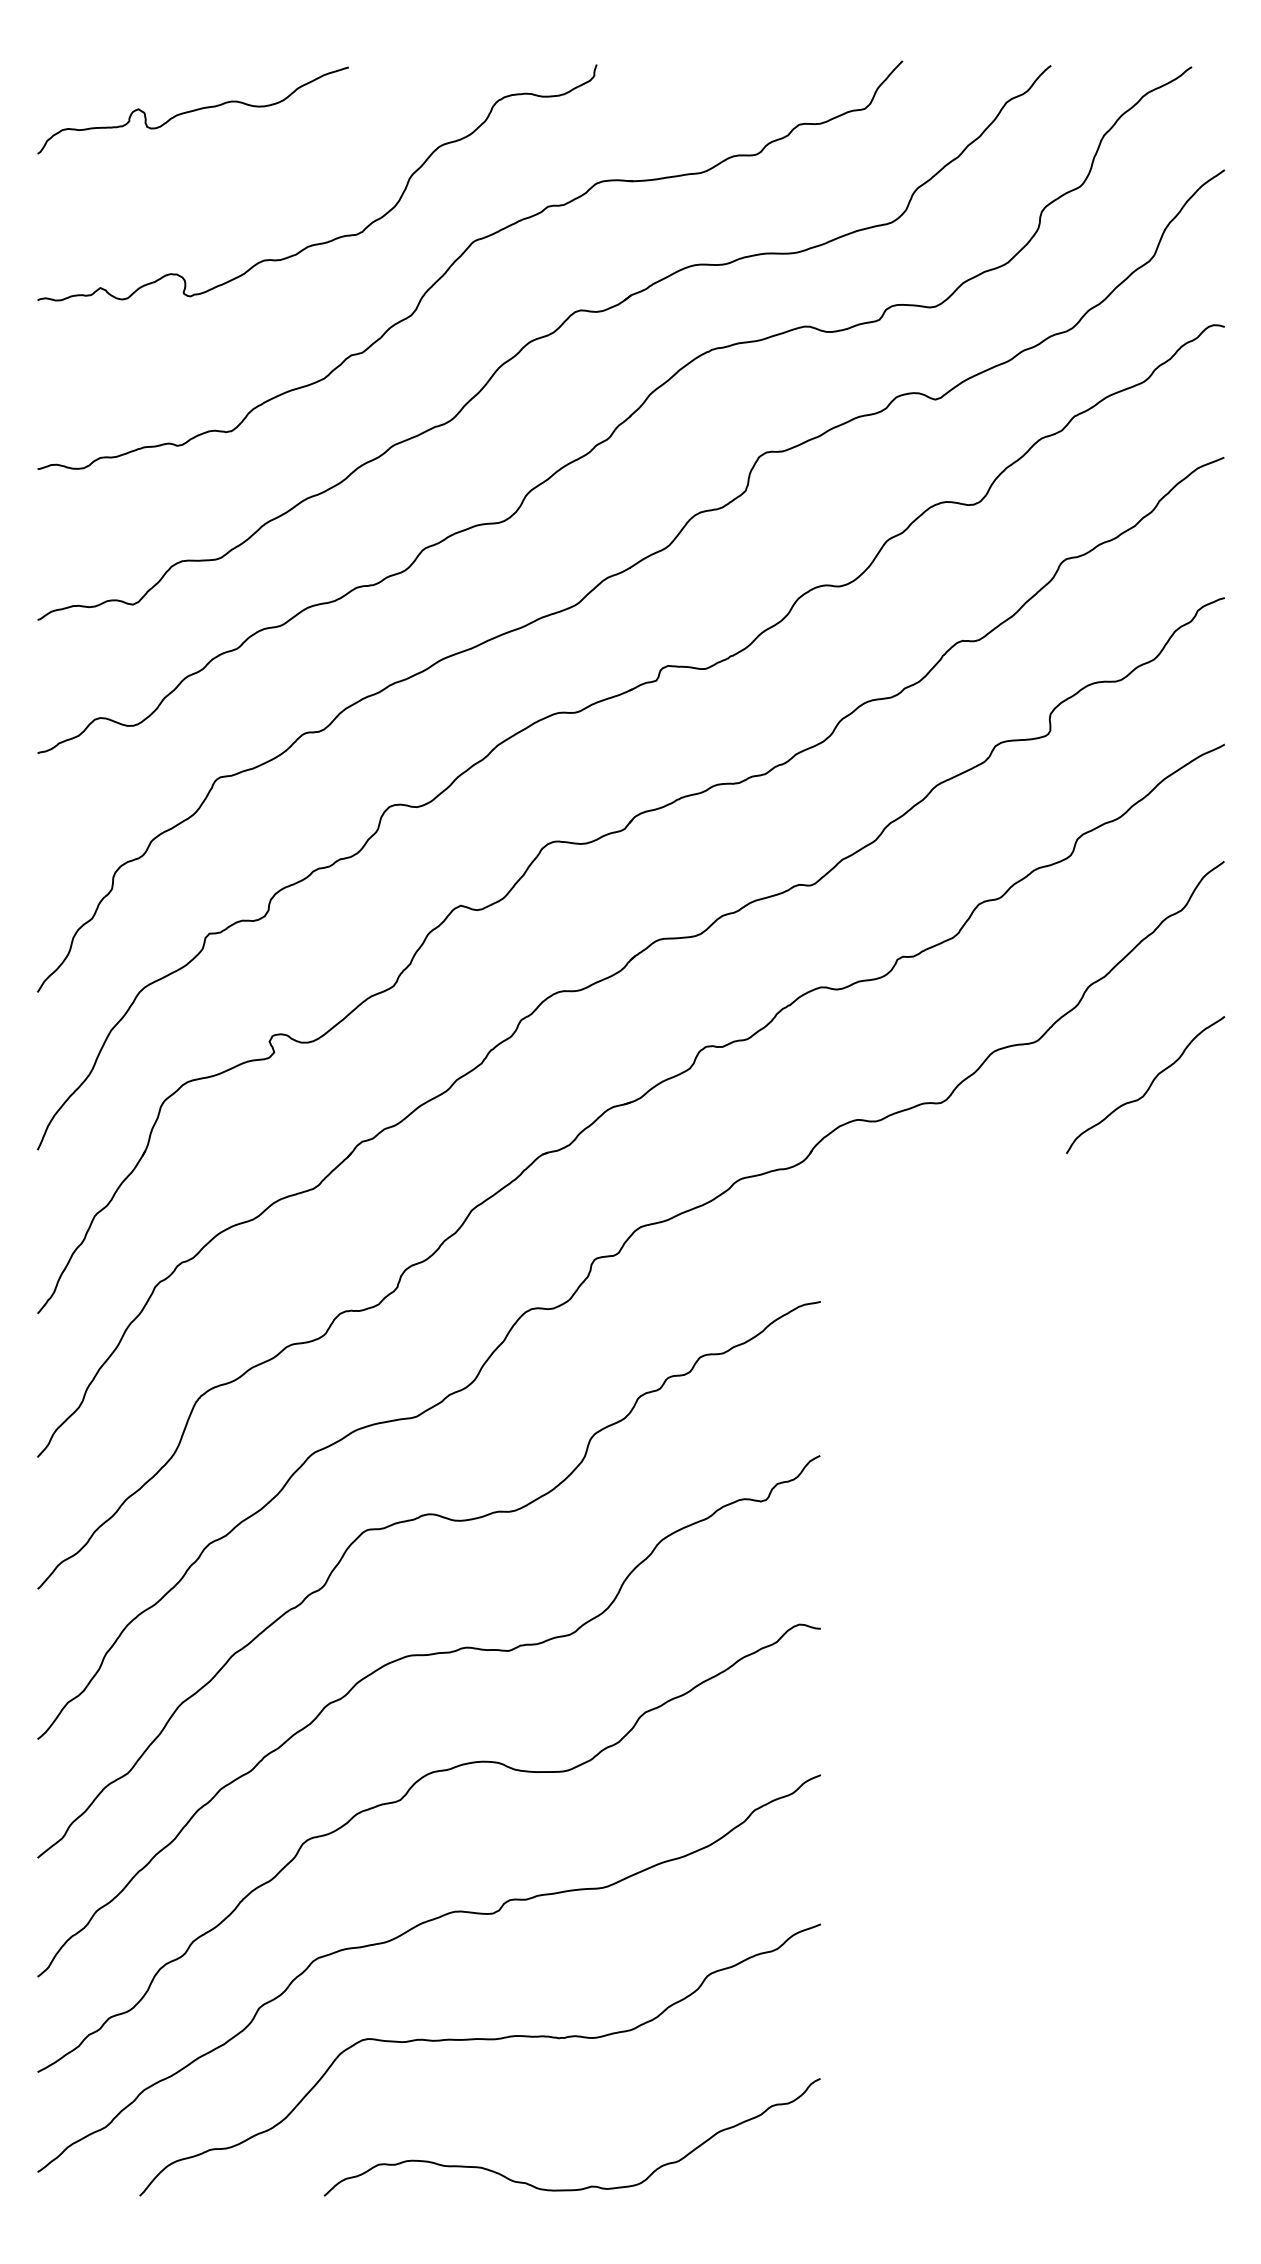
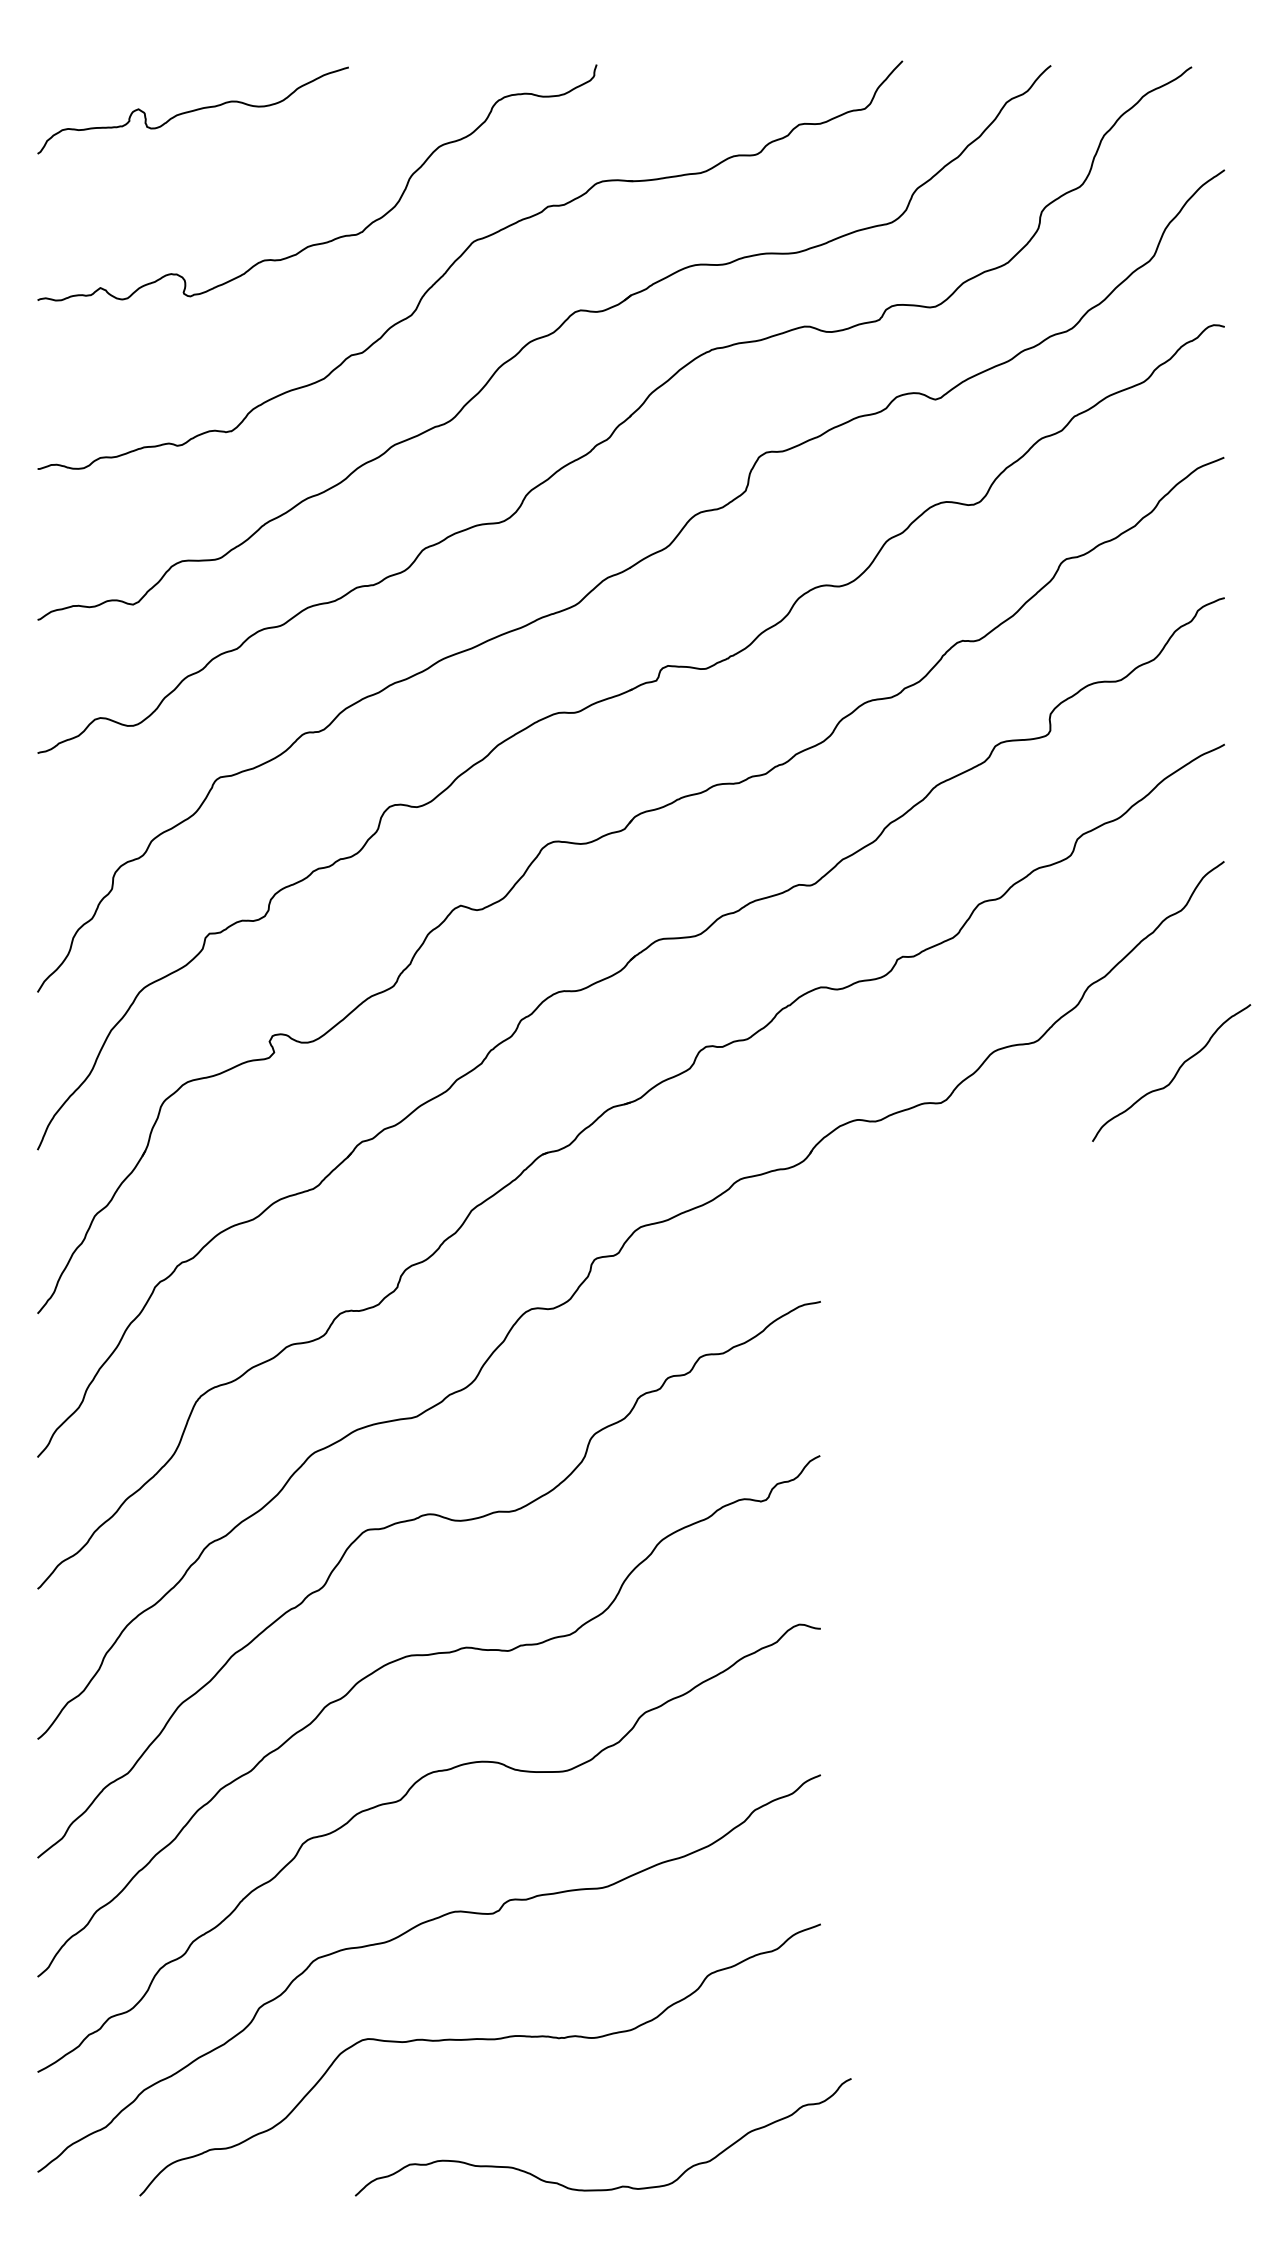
curve at (1149, 1085) position: (1149, 1085) -> (1175, 1073)
curve at (578, 2188) position: (578, 2188) -> (609, 2188)
